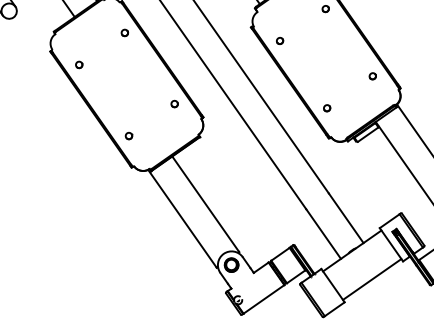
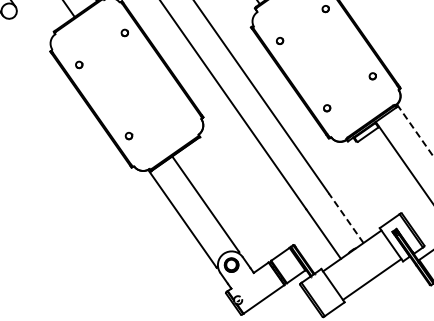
part at (174, 103): present -> none
line at (415, 130): solid -> dashed
line at (345, 217): solid -> dashed
